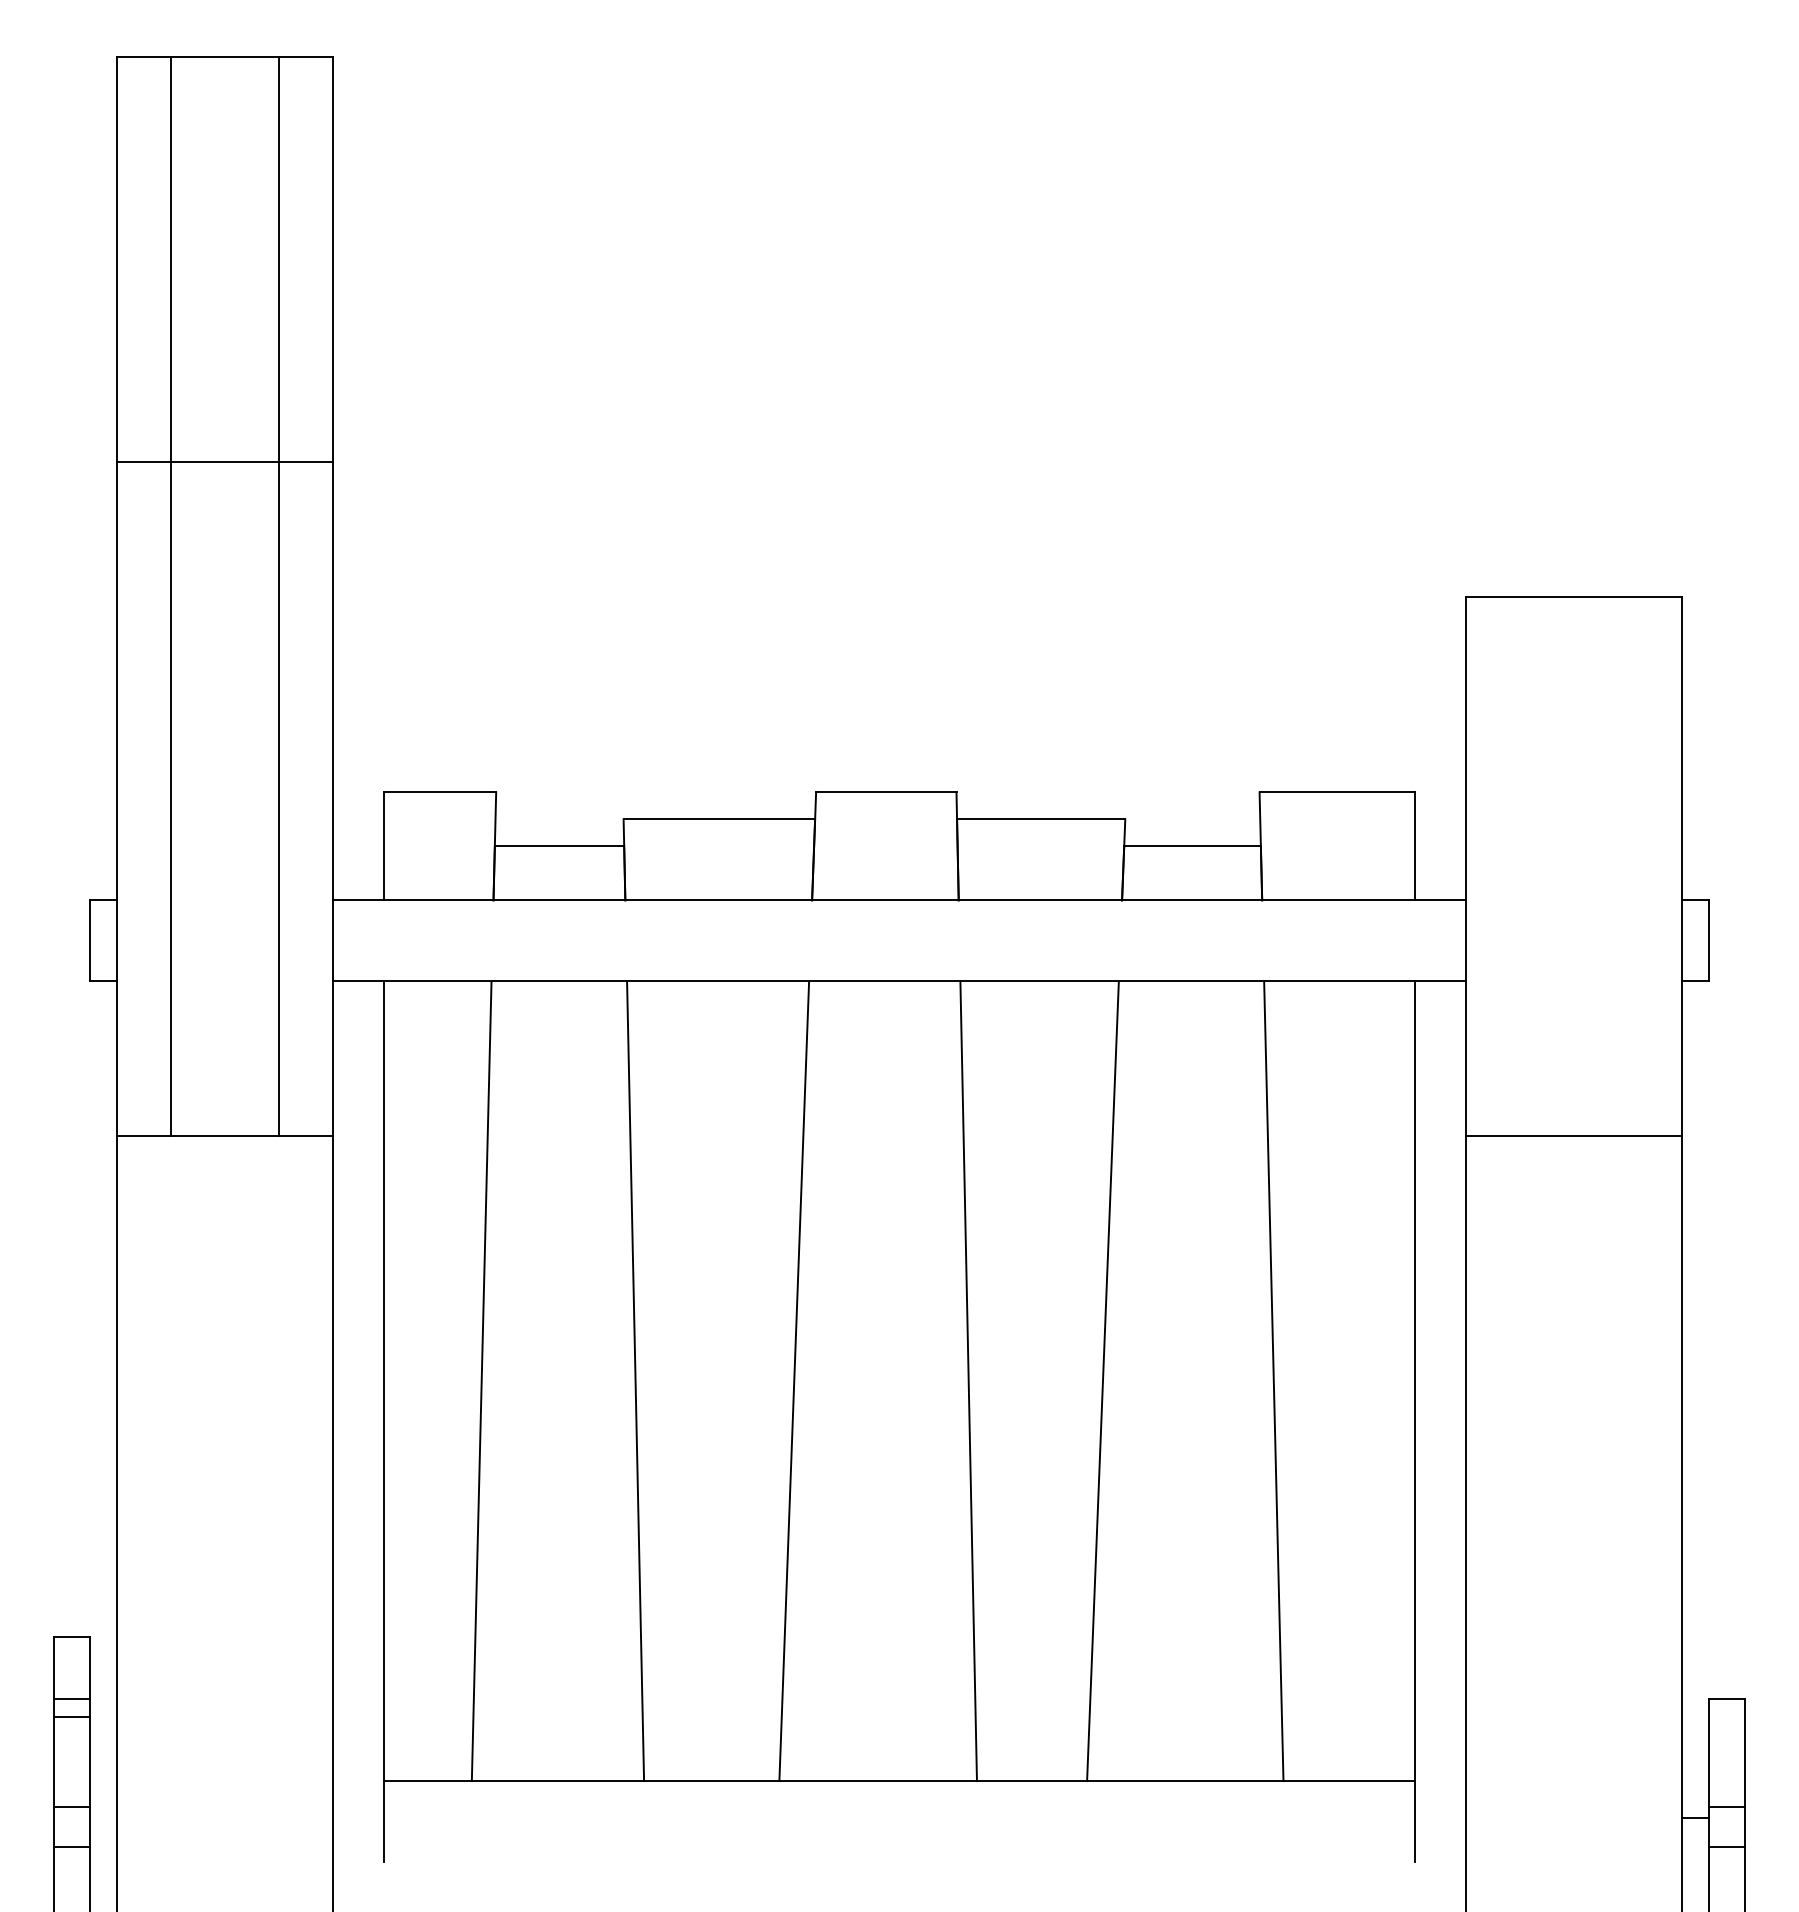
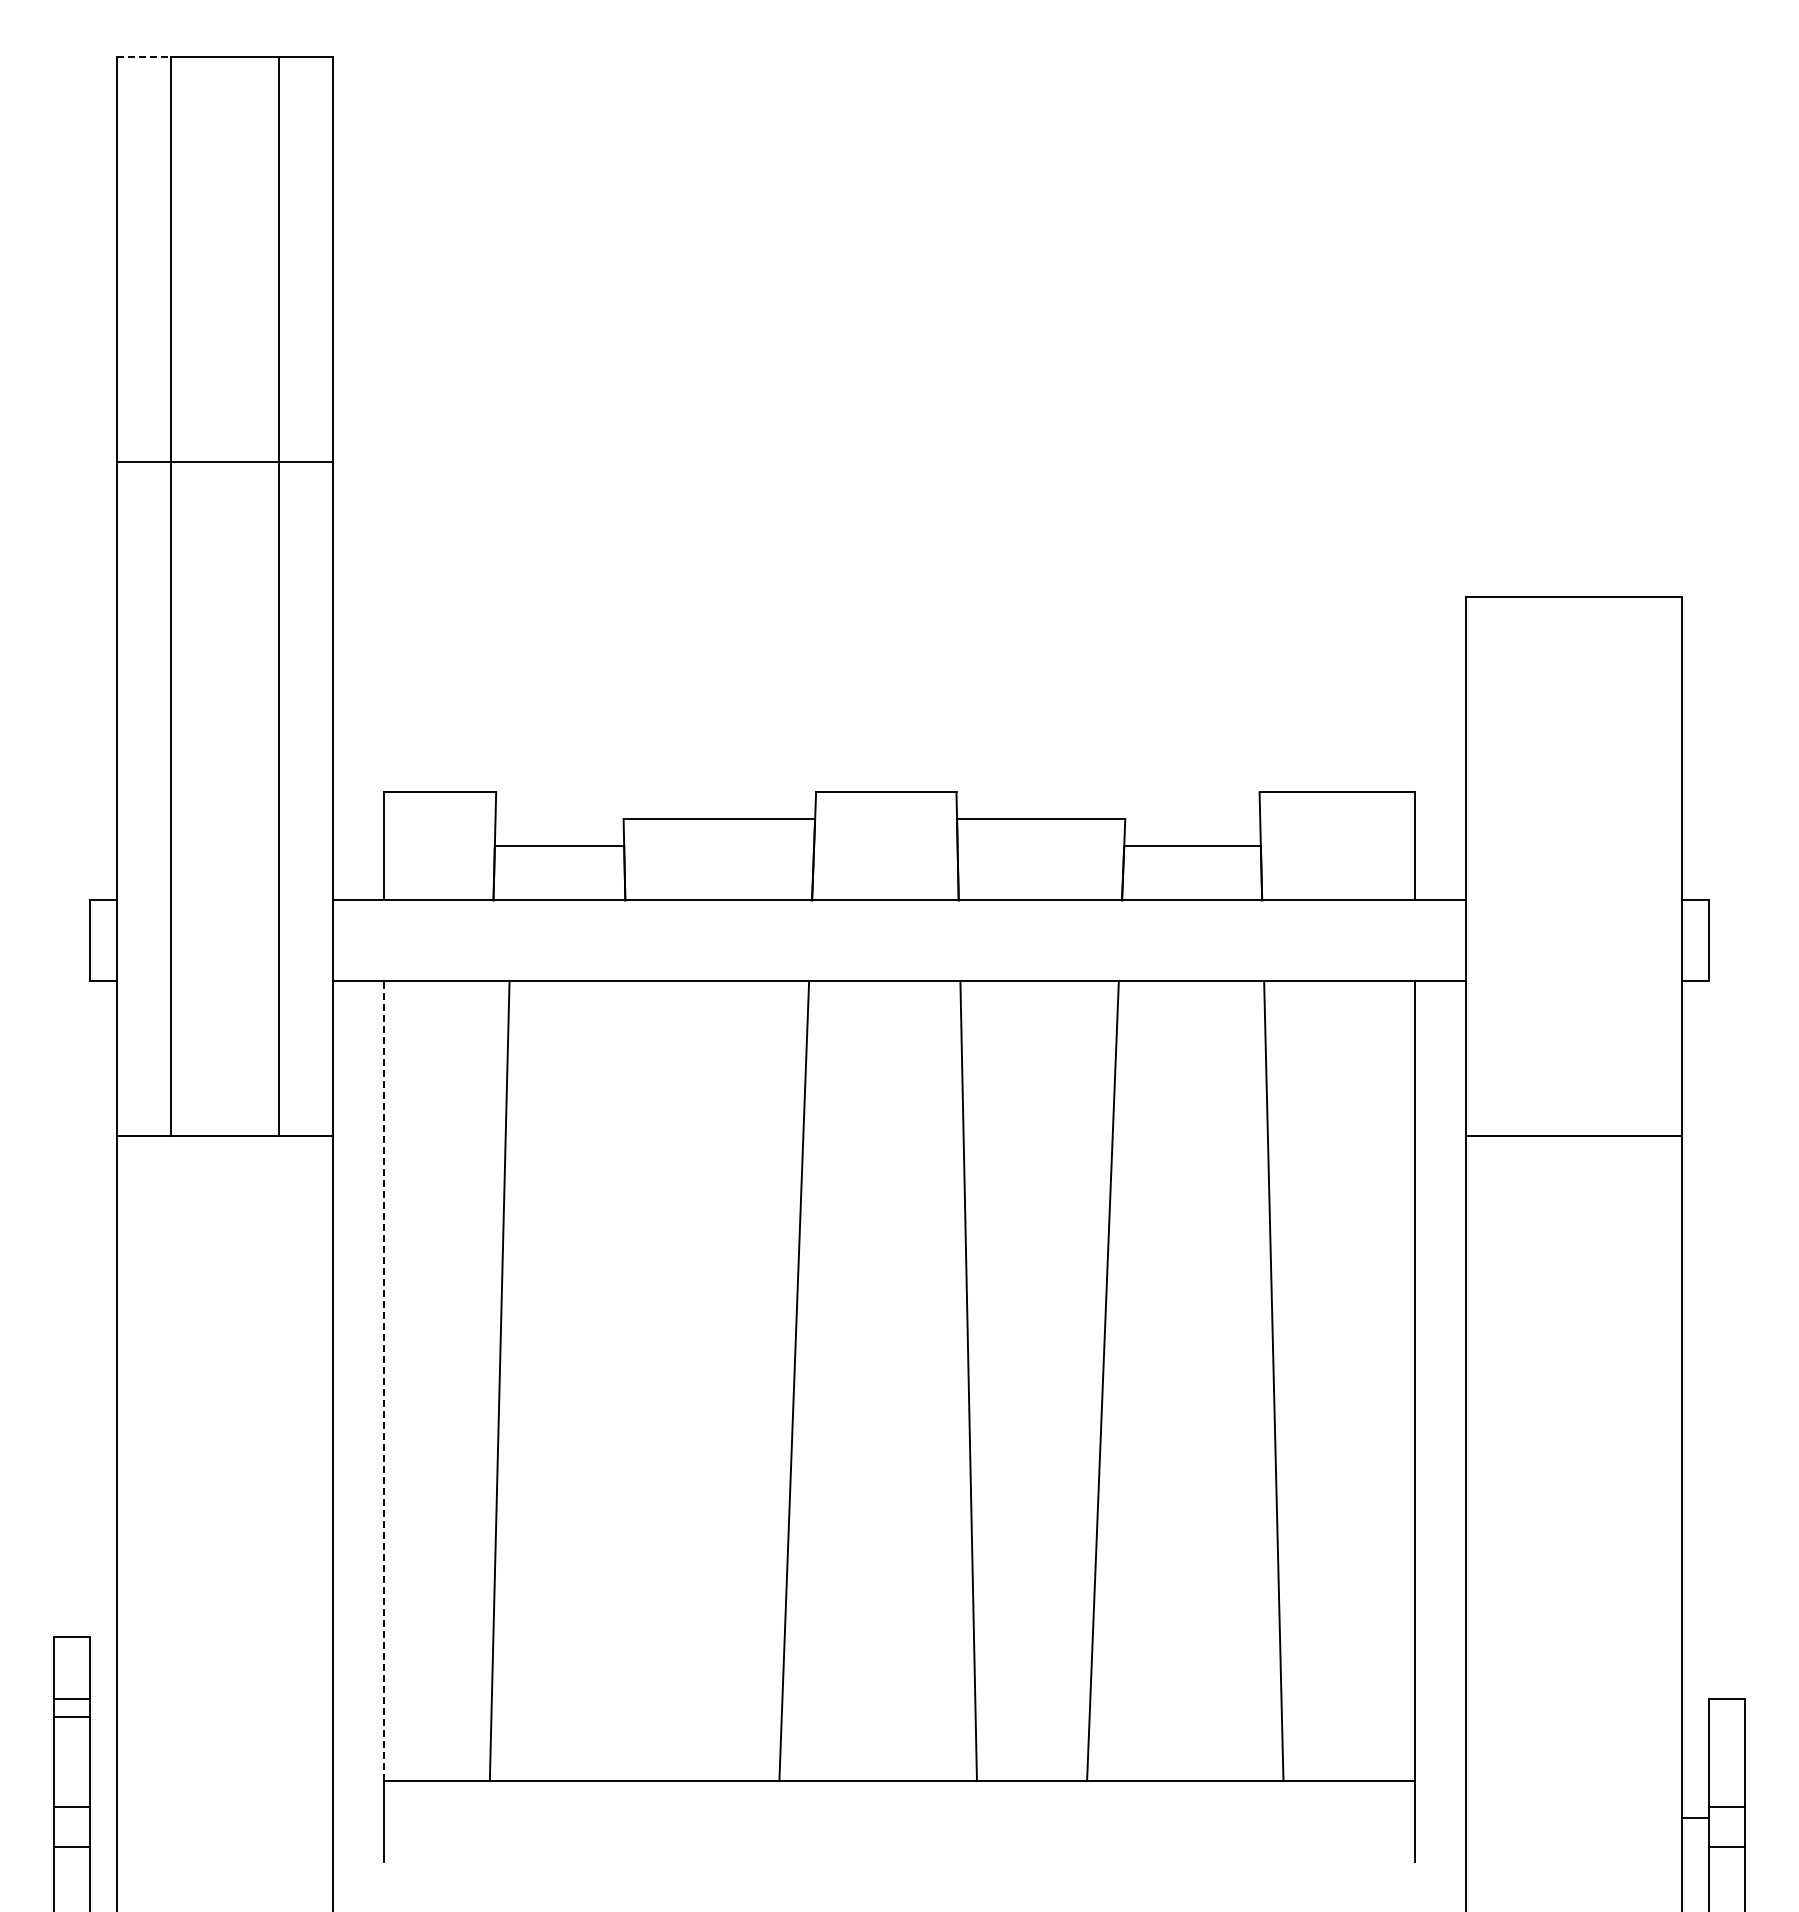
line at (144, 57): solid -> dashed
line at (383, 1381): solid -> dashed
line at (481, 1381) position: (481, 1381) -> (499, 1381)
line at (635, 1381): present -> none
